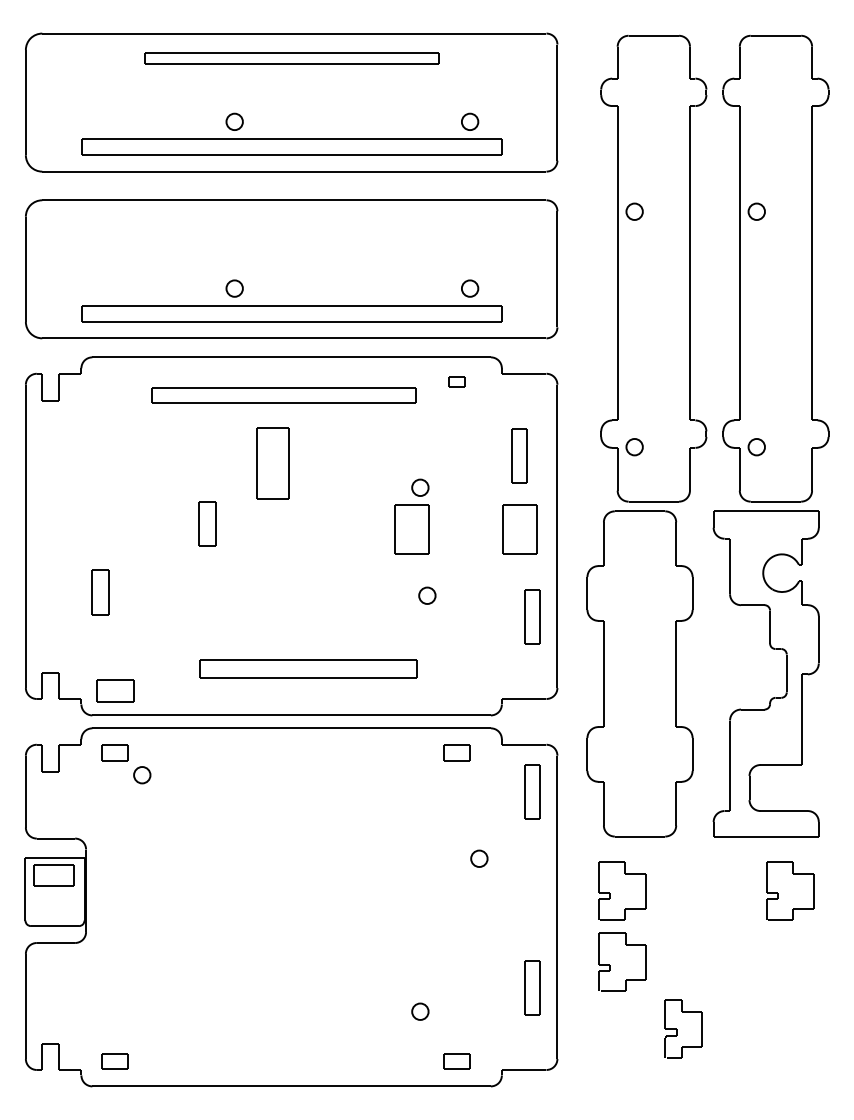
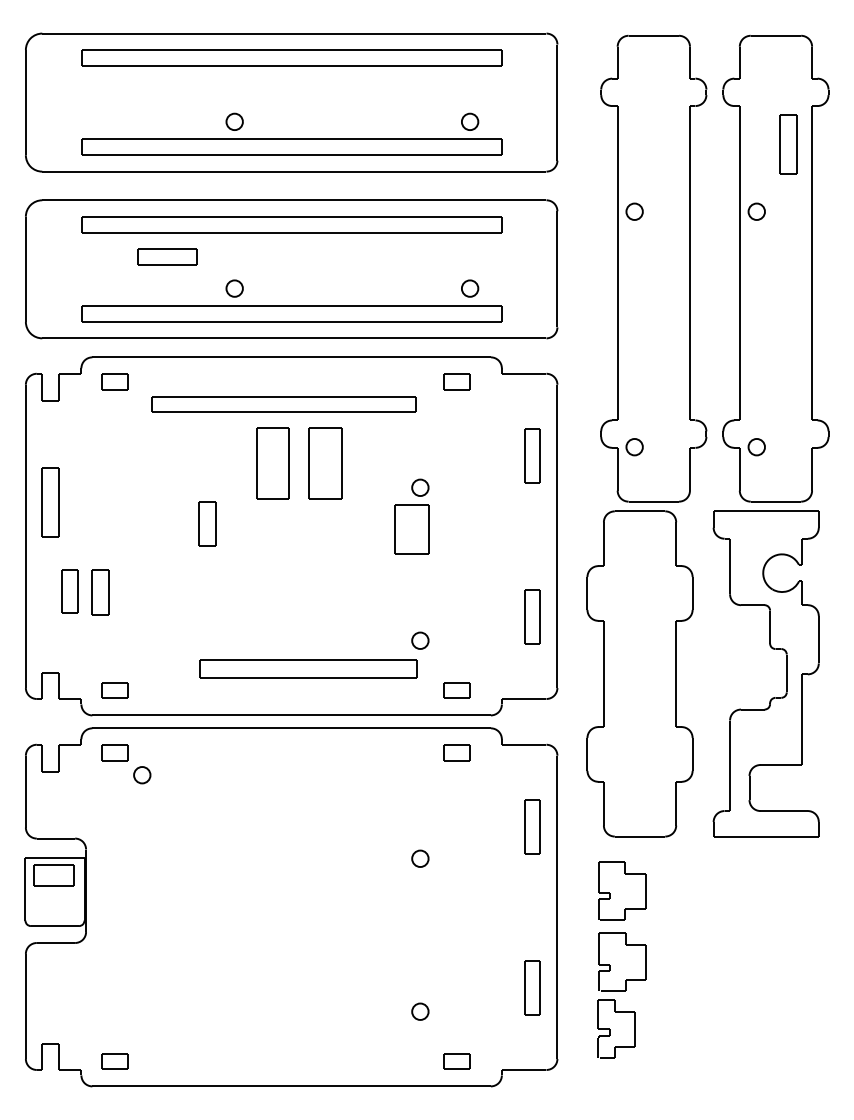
part at (291, 58) size: 296x13 px -> 422x18 px
part at (788, 144): none -> present
part at (291, 224): none -> present
part at (167, 256): none -> present
part at (114, 381): none -> present
part at (456, 381) size: 18x12 px -> 28x18 px
part at (283, 395) position: (283, 395) -> (283, 404)
part at (519, 455) position: (519, 455) -> (532, 455)
part at (325, 463): none -> present
part at (50, 502): none -> present
part at (519, 529): present -> none
part at (69, 591): none -> present
part at (427, 595) position: (427, 595) -> (420, 640)
part at (115, 690) size: 39x24 px -> 28x17 px
part at (456, 690): none -> present
part at (532, 791) position: (532, 791) -> (532, 826)
part at (479, 858) position: (479, 858) -> (420, 858)
part at (790, 890): present -> none
part at (677, 1029) position: (677, 1029) -> (610, 1029)
